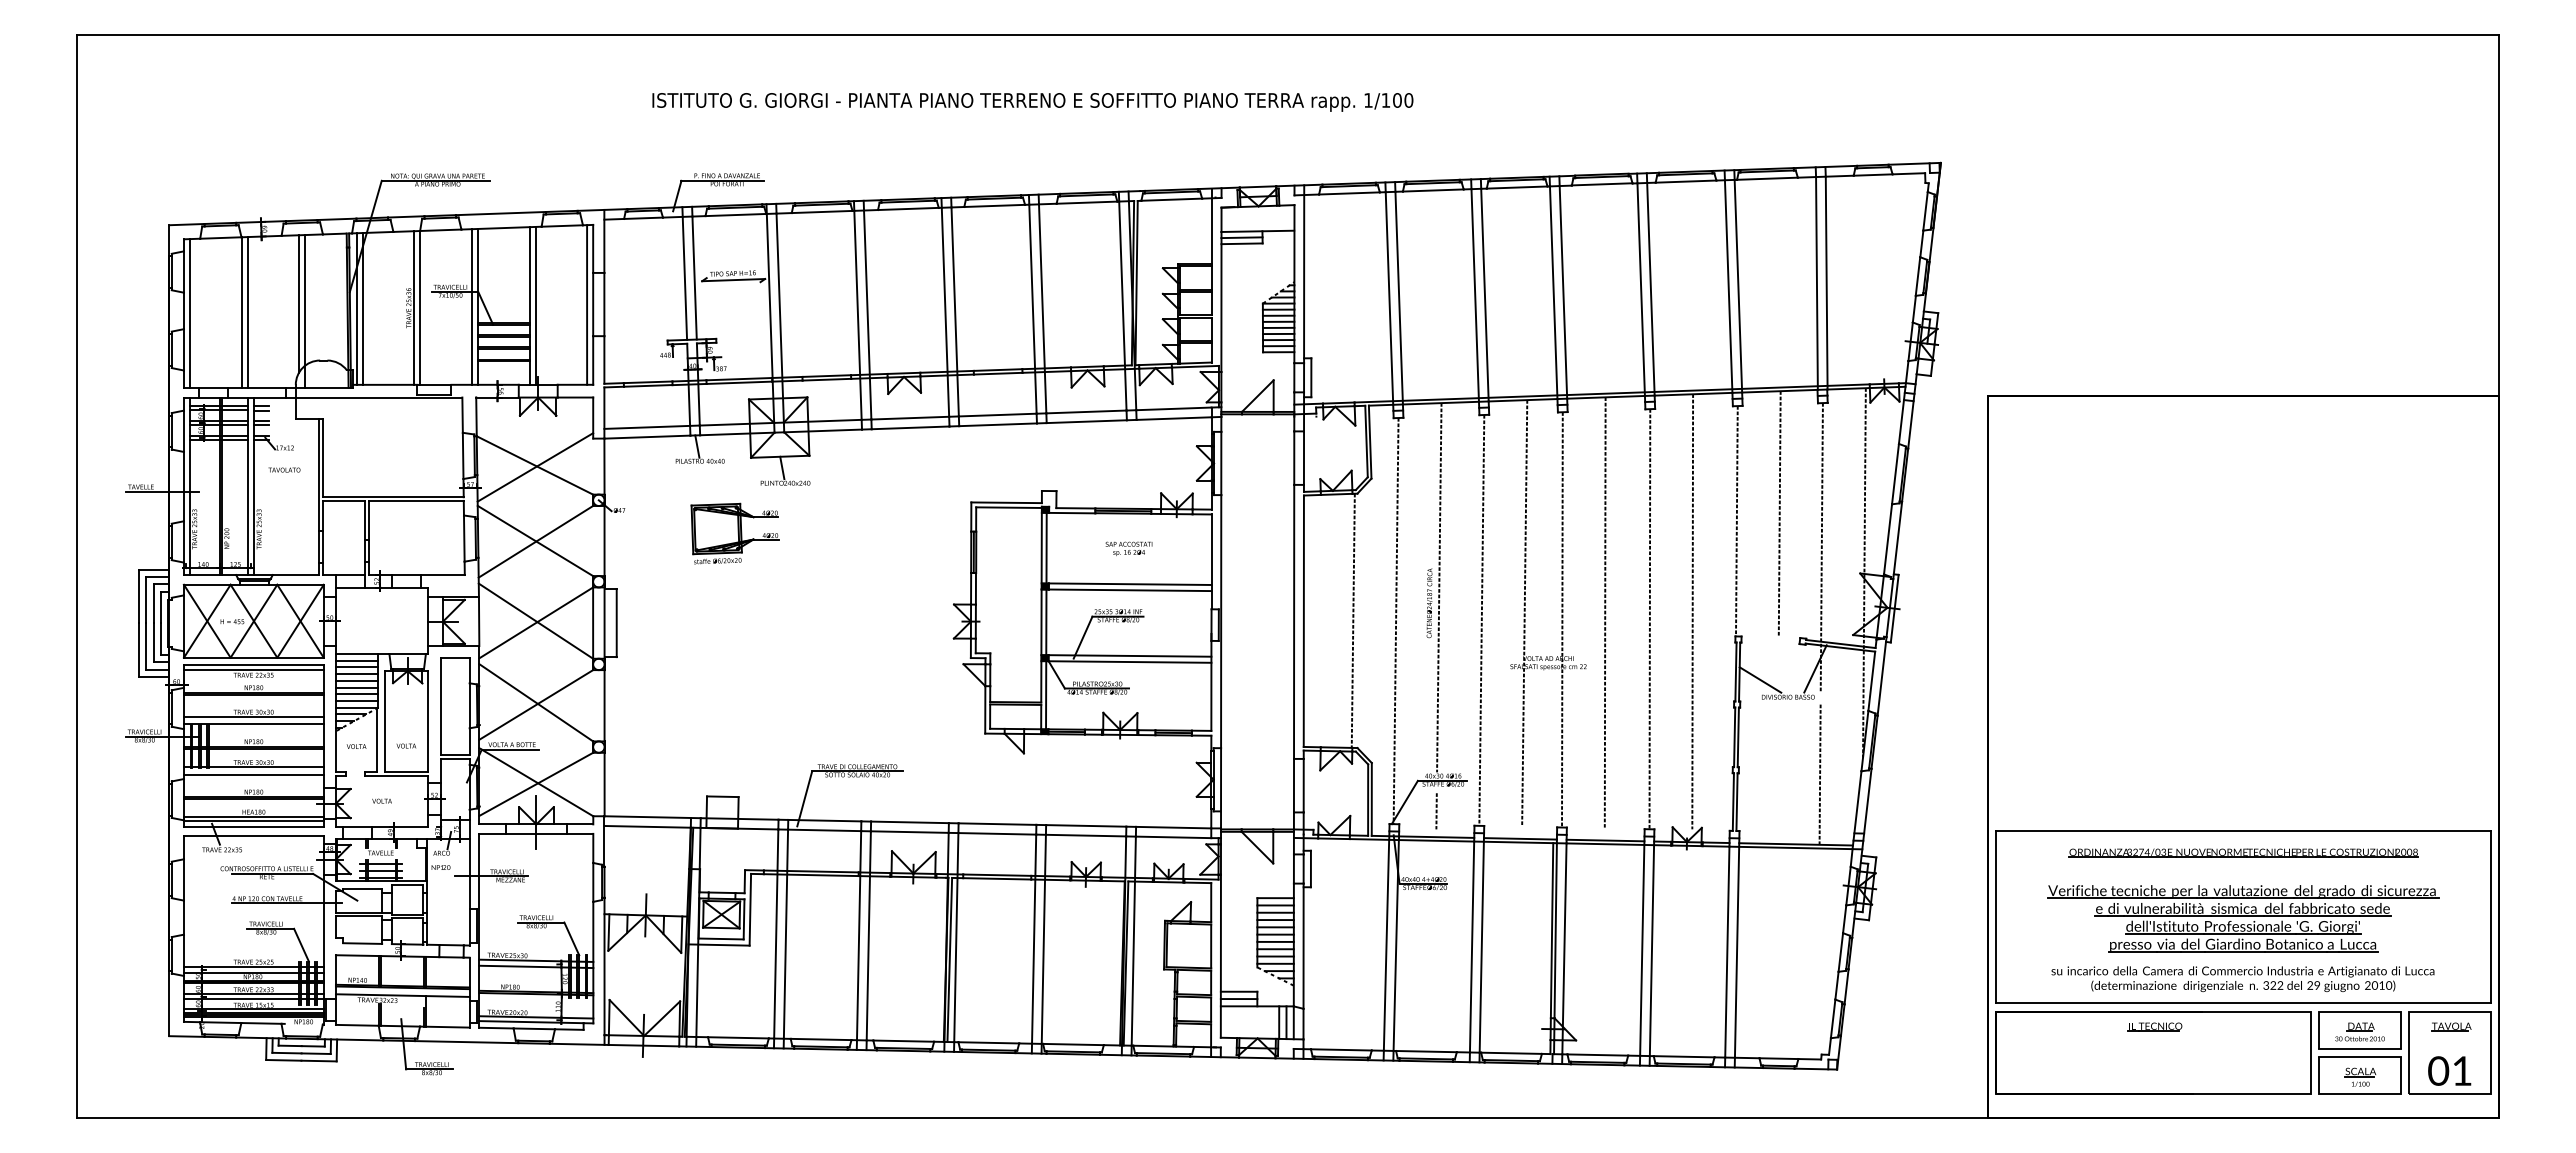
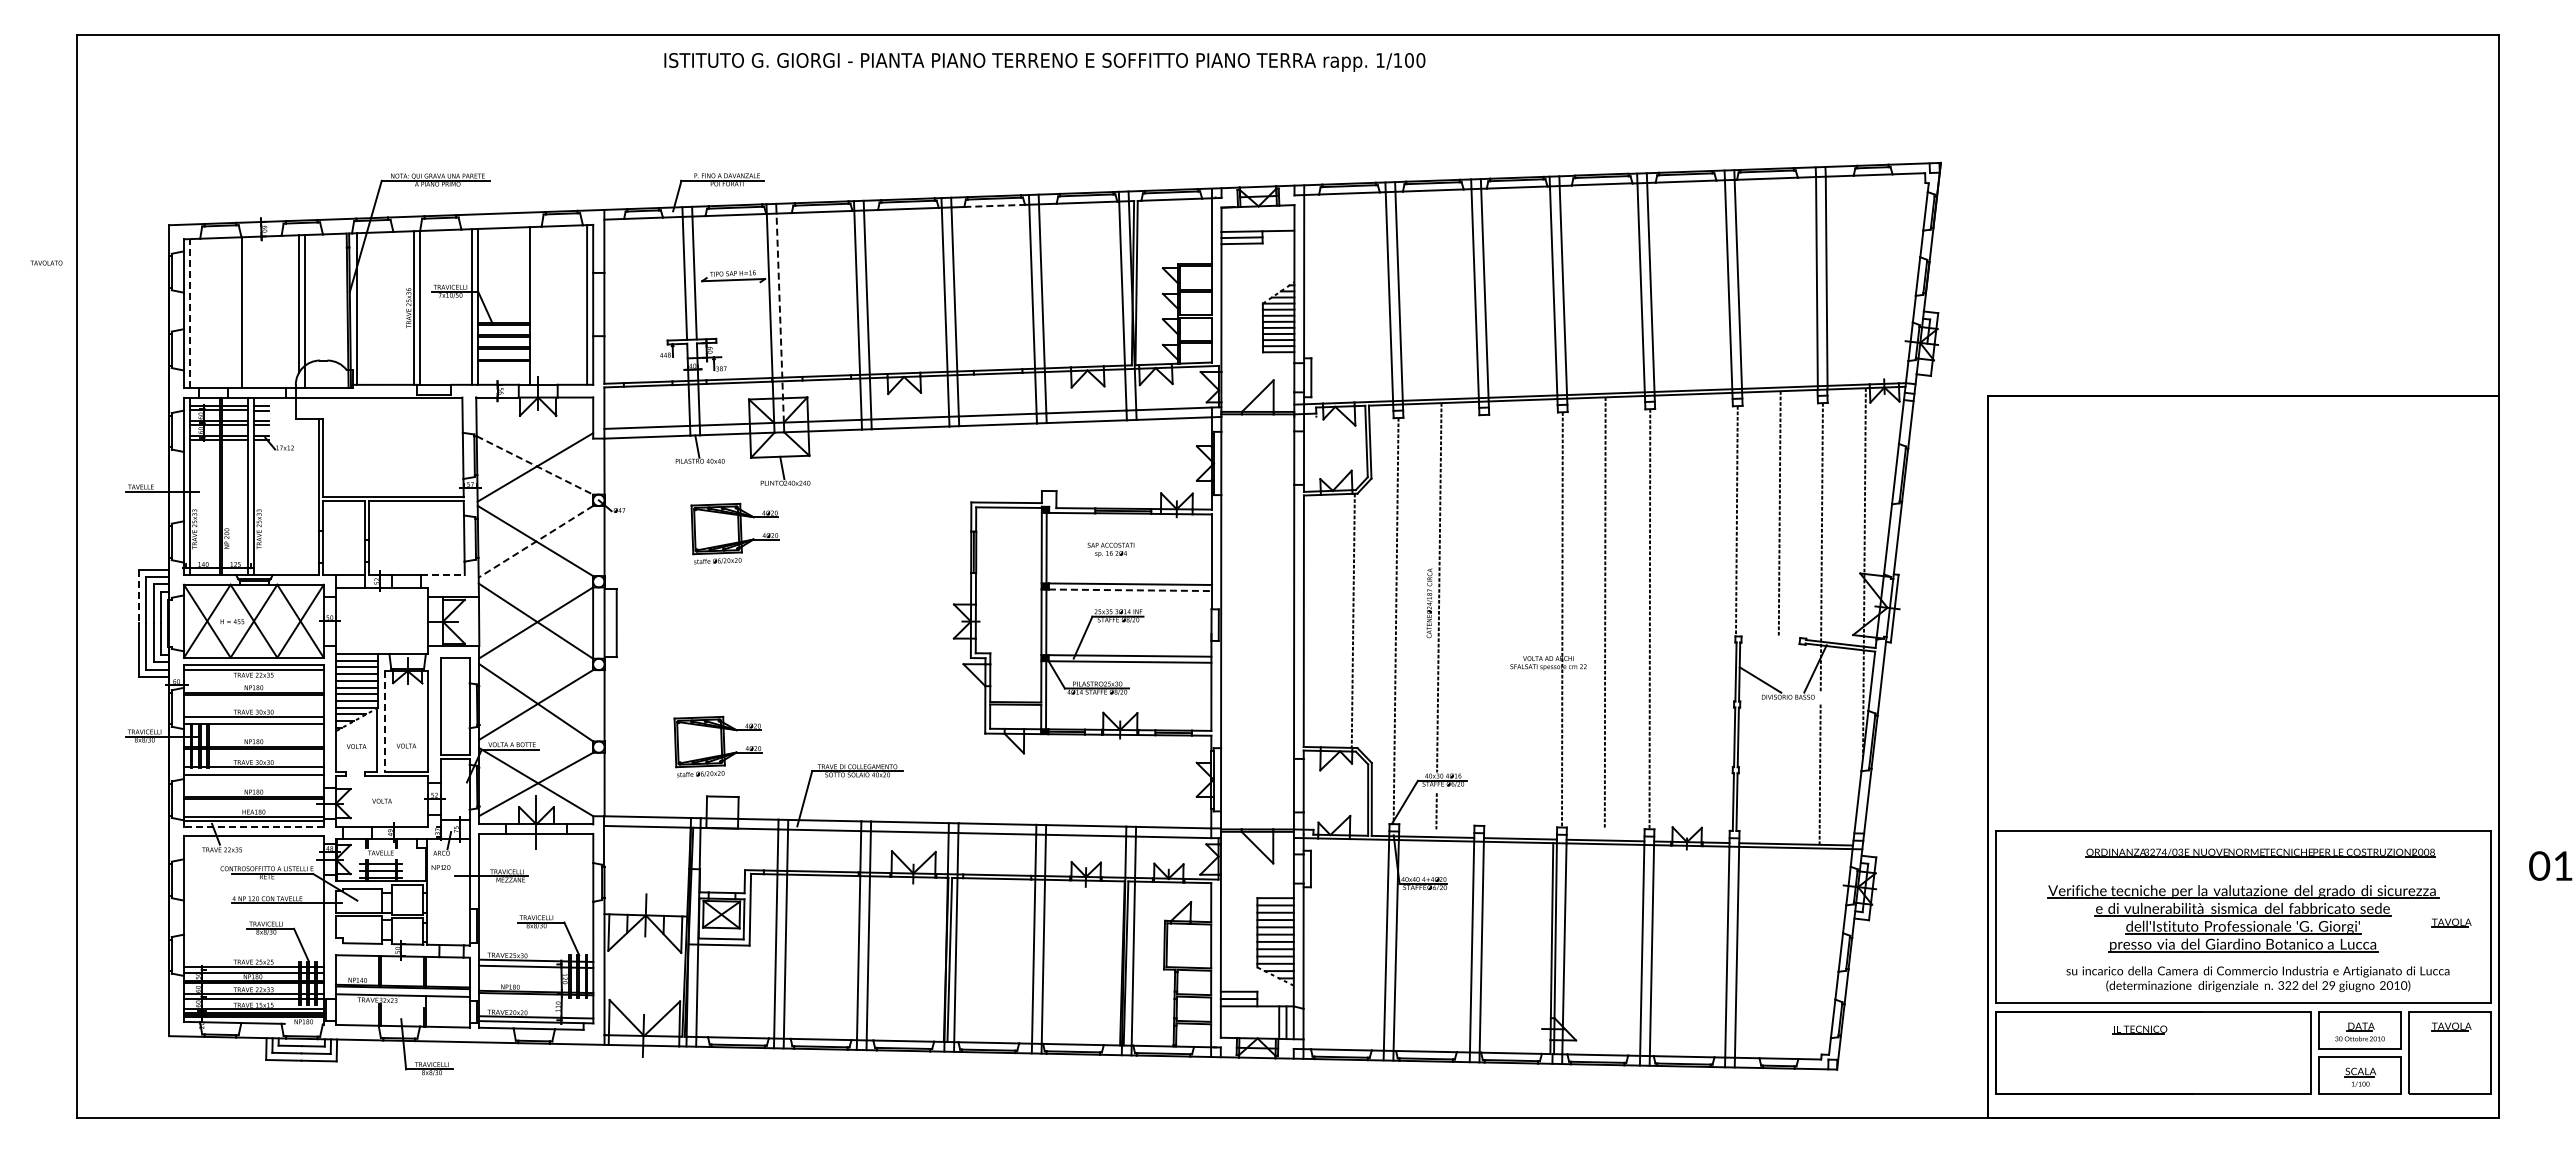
text at (1032, 102) position: (1032, 102) -> (1044, 62)
line at (995, 205): solid -> dashed
line at (535, 305): present -> none
line at (362, 308): present -> none
line at (190, 312): solid -> dashed
line at (247, 312): present -> none
line at (780, 318): solid -> dashed
line at (535, 465): solid -> dashed
text at (284, 469) position: (284, 469) -> (46, 262)
line at (535, 542): solid -> dashed
text at (1128, 548) position: (1128, 548) -> (1110, 549)
line at (442, 575): solid -> dashed
line at (1130, 590): solid -> dashed
line at (138, 596): solid -> dashed
line at (1692, 611): present -> none
line at (1524, 613): present -> none
line at (1481, 619): present -> none
line at (384, 722): solid -> dashed
part at (717, 746): none -> present
line at (253, 826): solid -> dashed
part at (2243, 852) position: (2243, 852) -> (2260, 852)
part at (2451, 922): none -> present
text at (2242, 979) position: (2242, 979) -> (2257, 979)
part at (2154, 1026) position: (2154, 1026) -> (2139, 1029)
text at (2449, 1070) position: (2449, 1070) -> (2550, 865)
